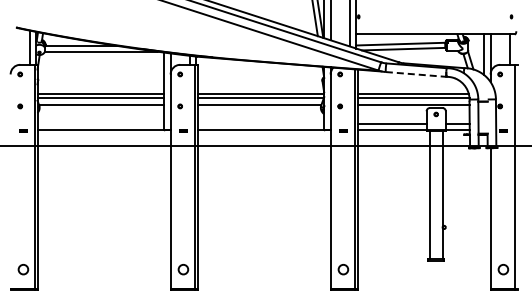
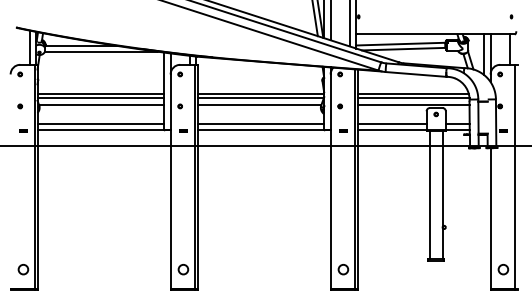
line at (416, 74): dashed -> solid
line at (100, 124): none -> present
line at (260, 124): none -> present
